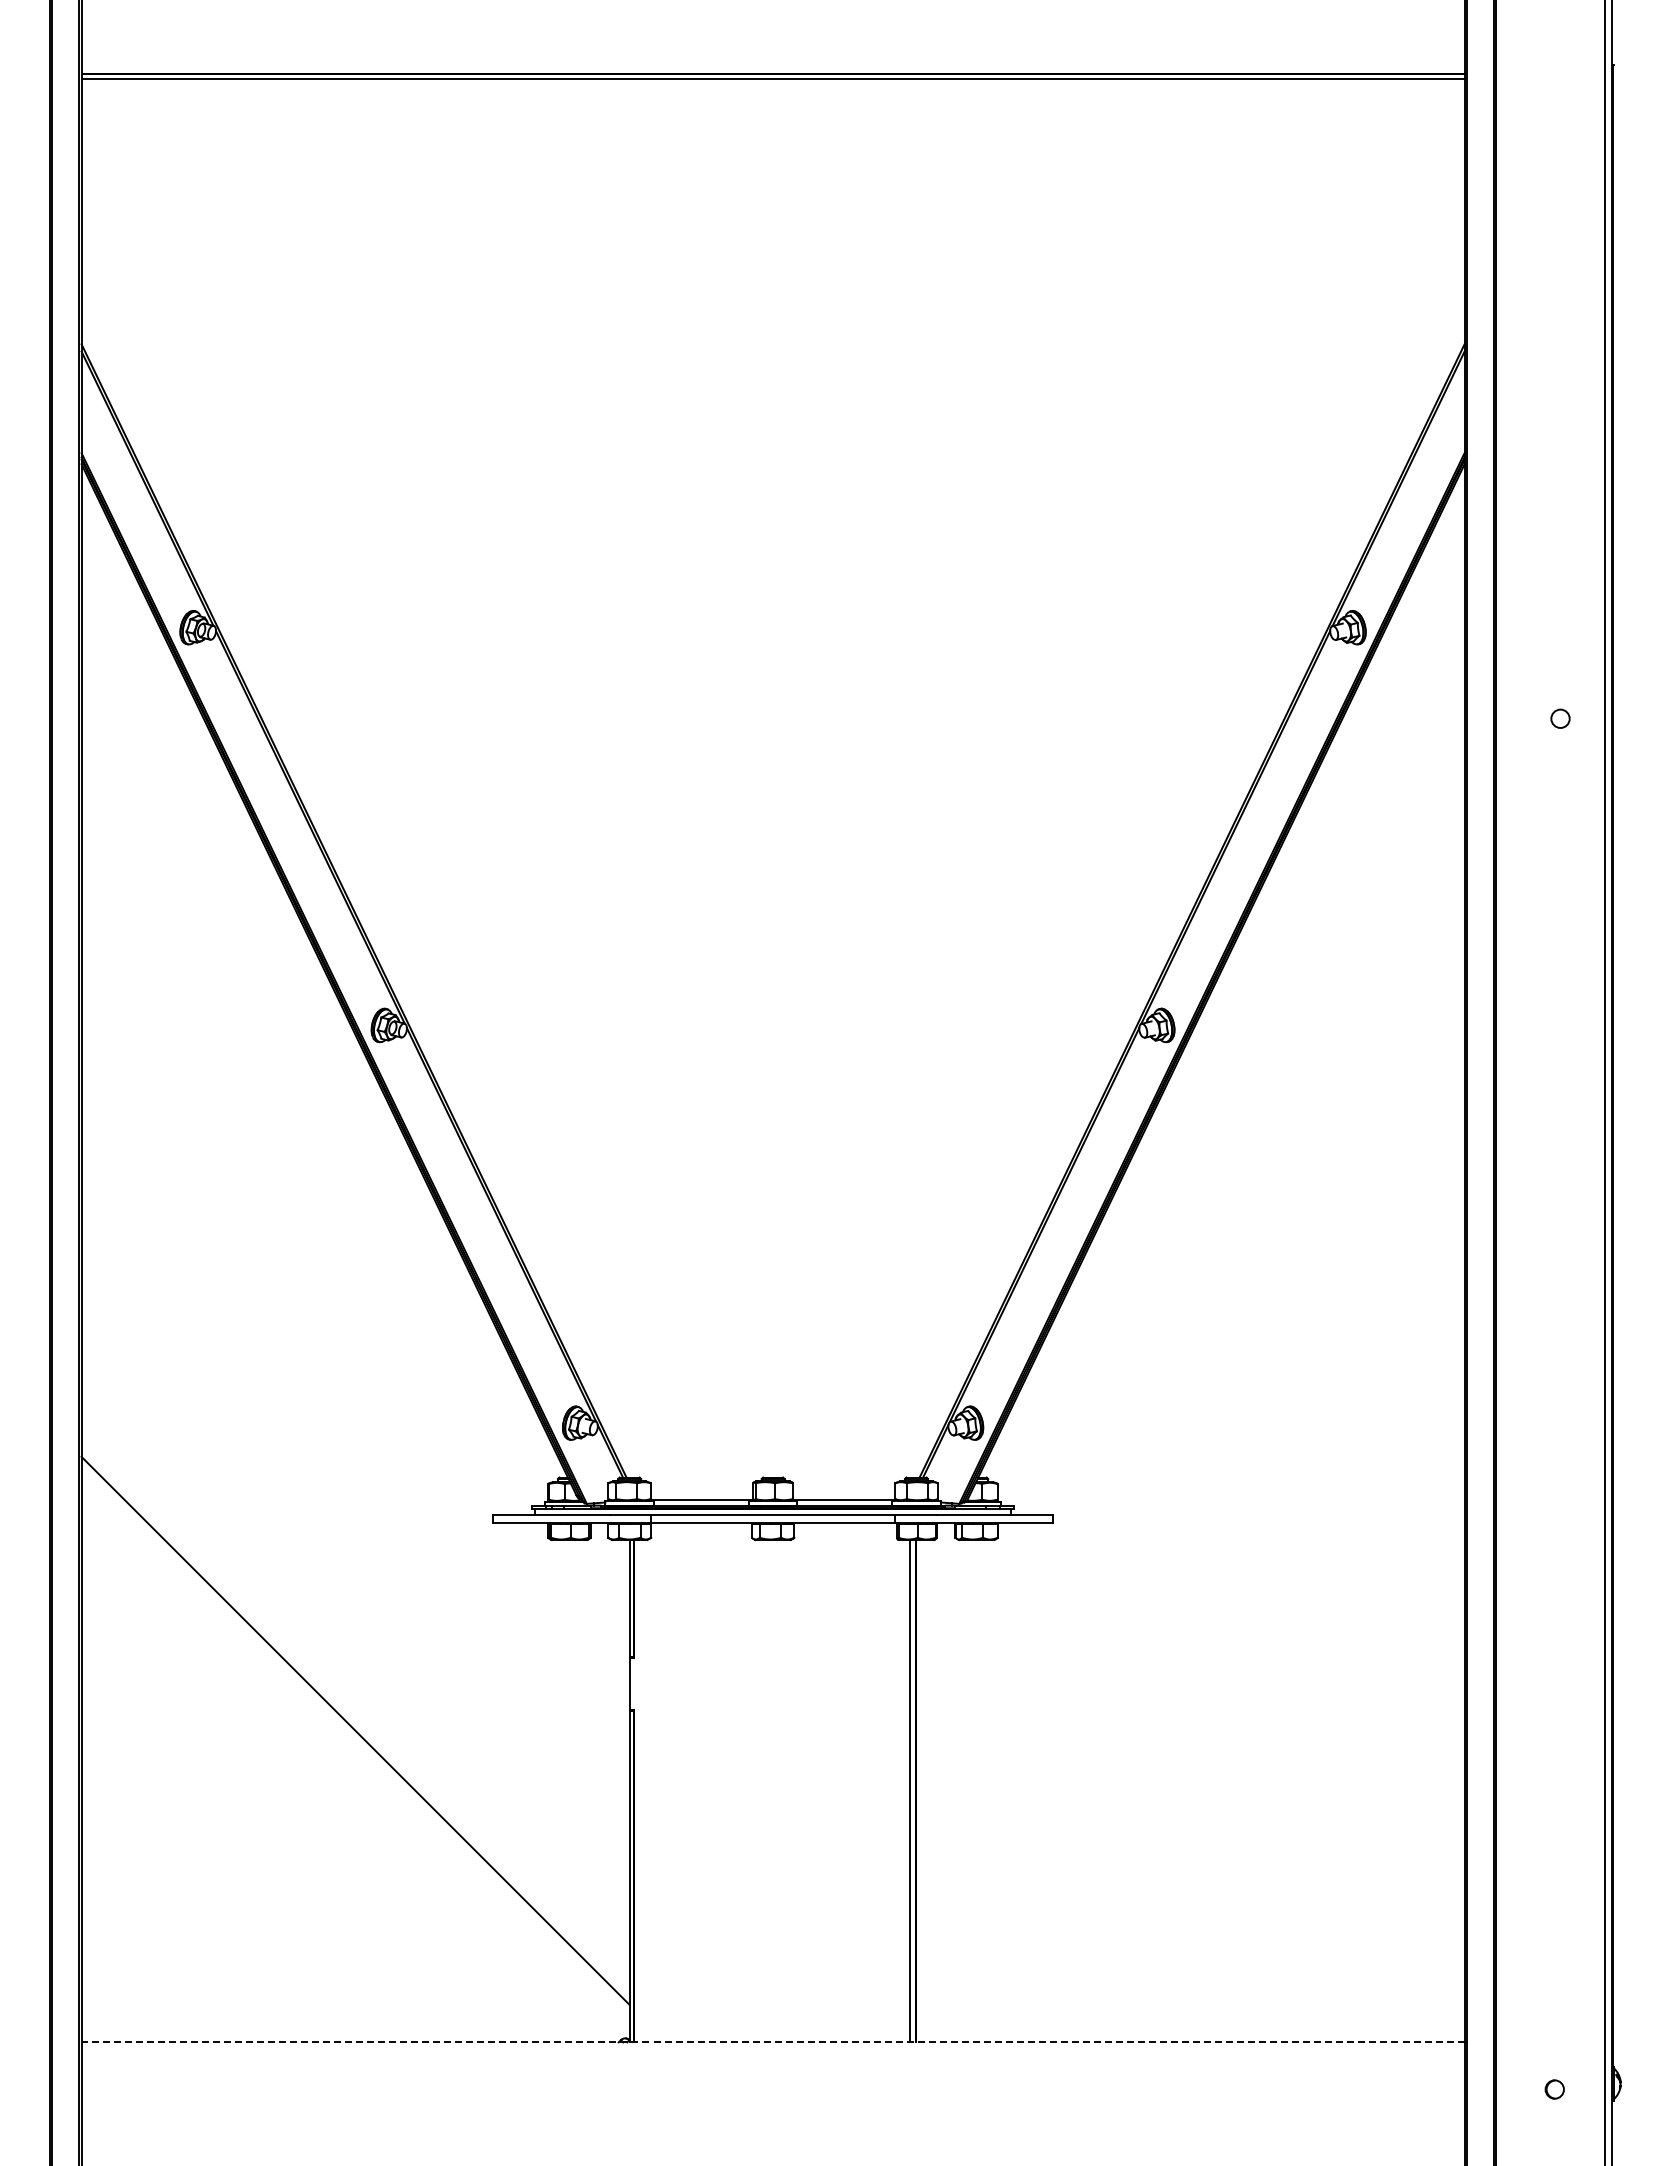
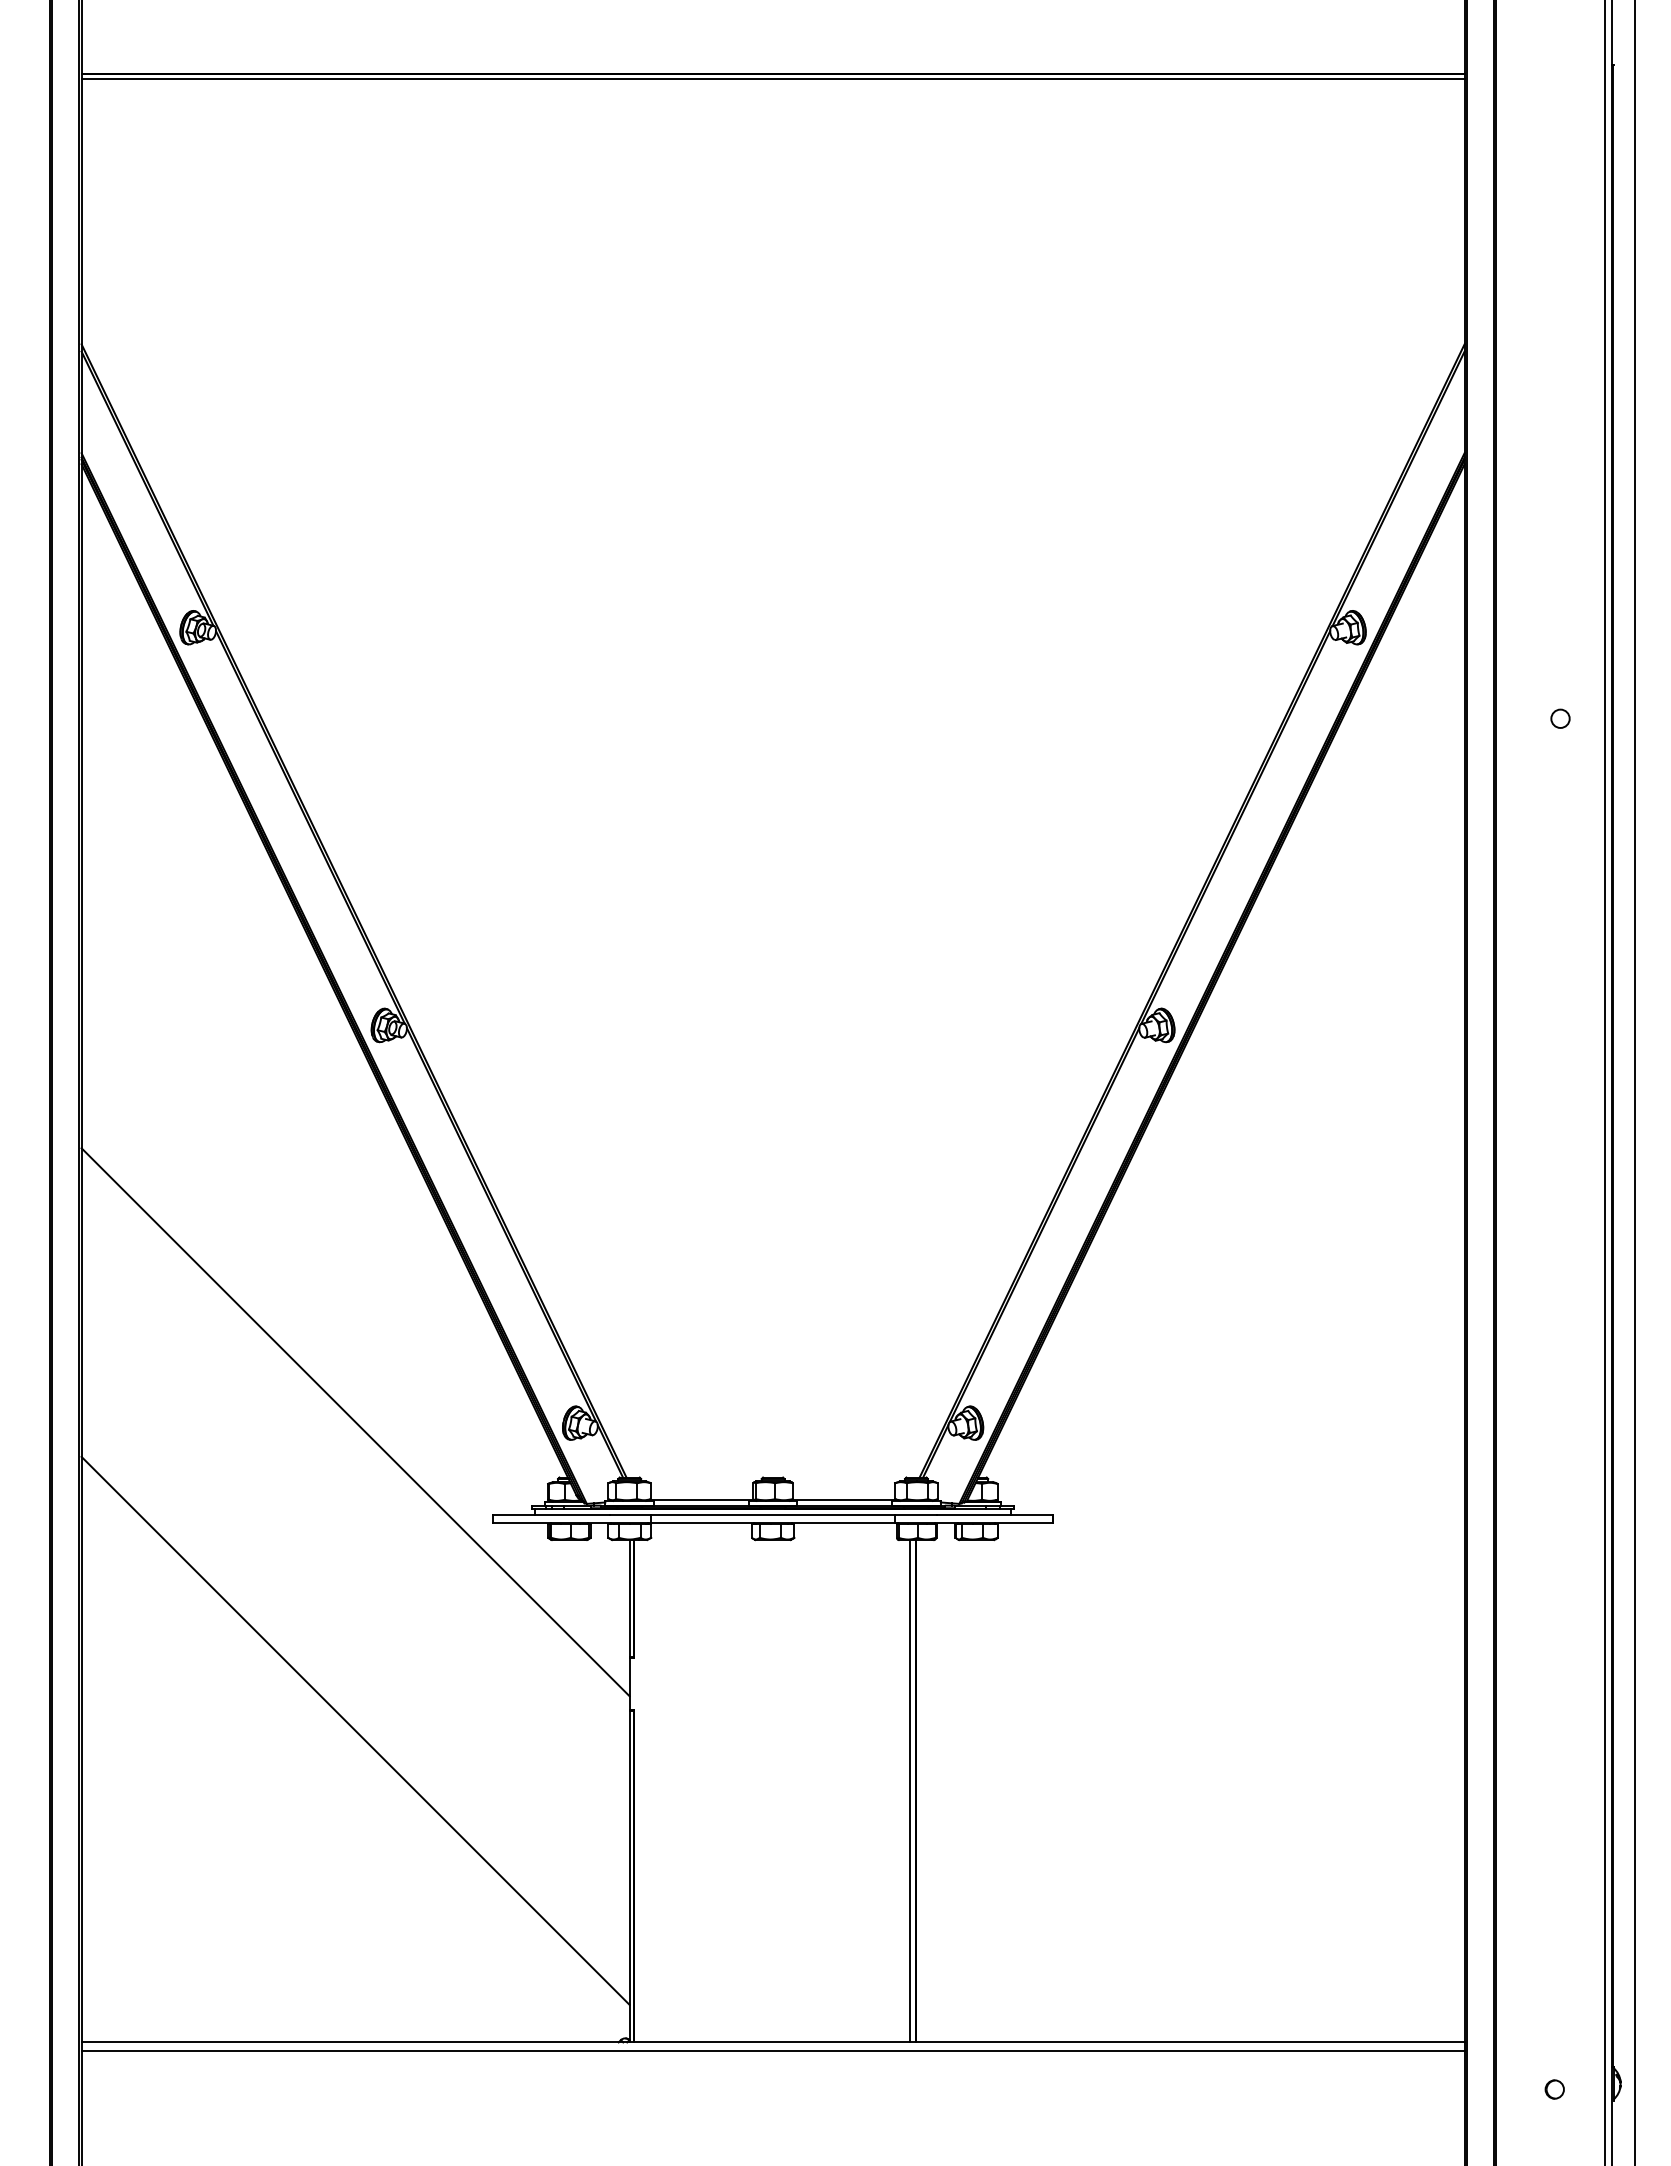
line at (1635, 1082): none -> present
line at (355, 1422): none -> present
line at (772, 2042): dashed -> solid
line at (772, 2050): none -> present
